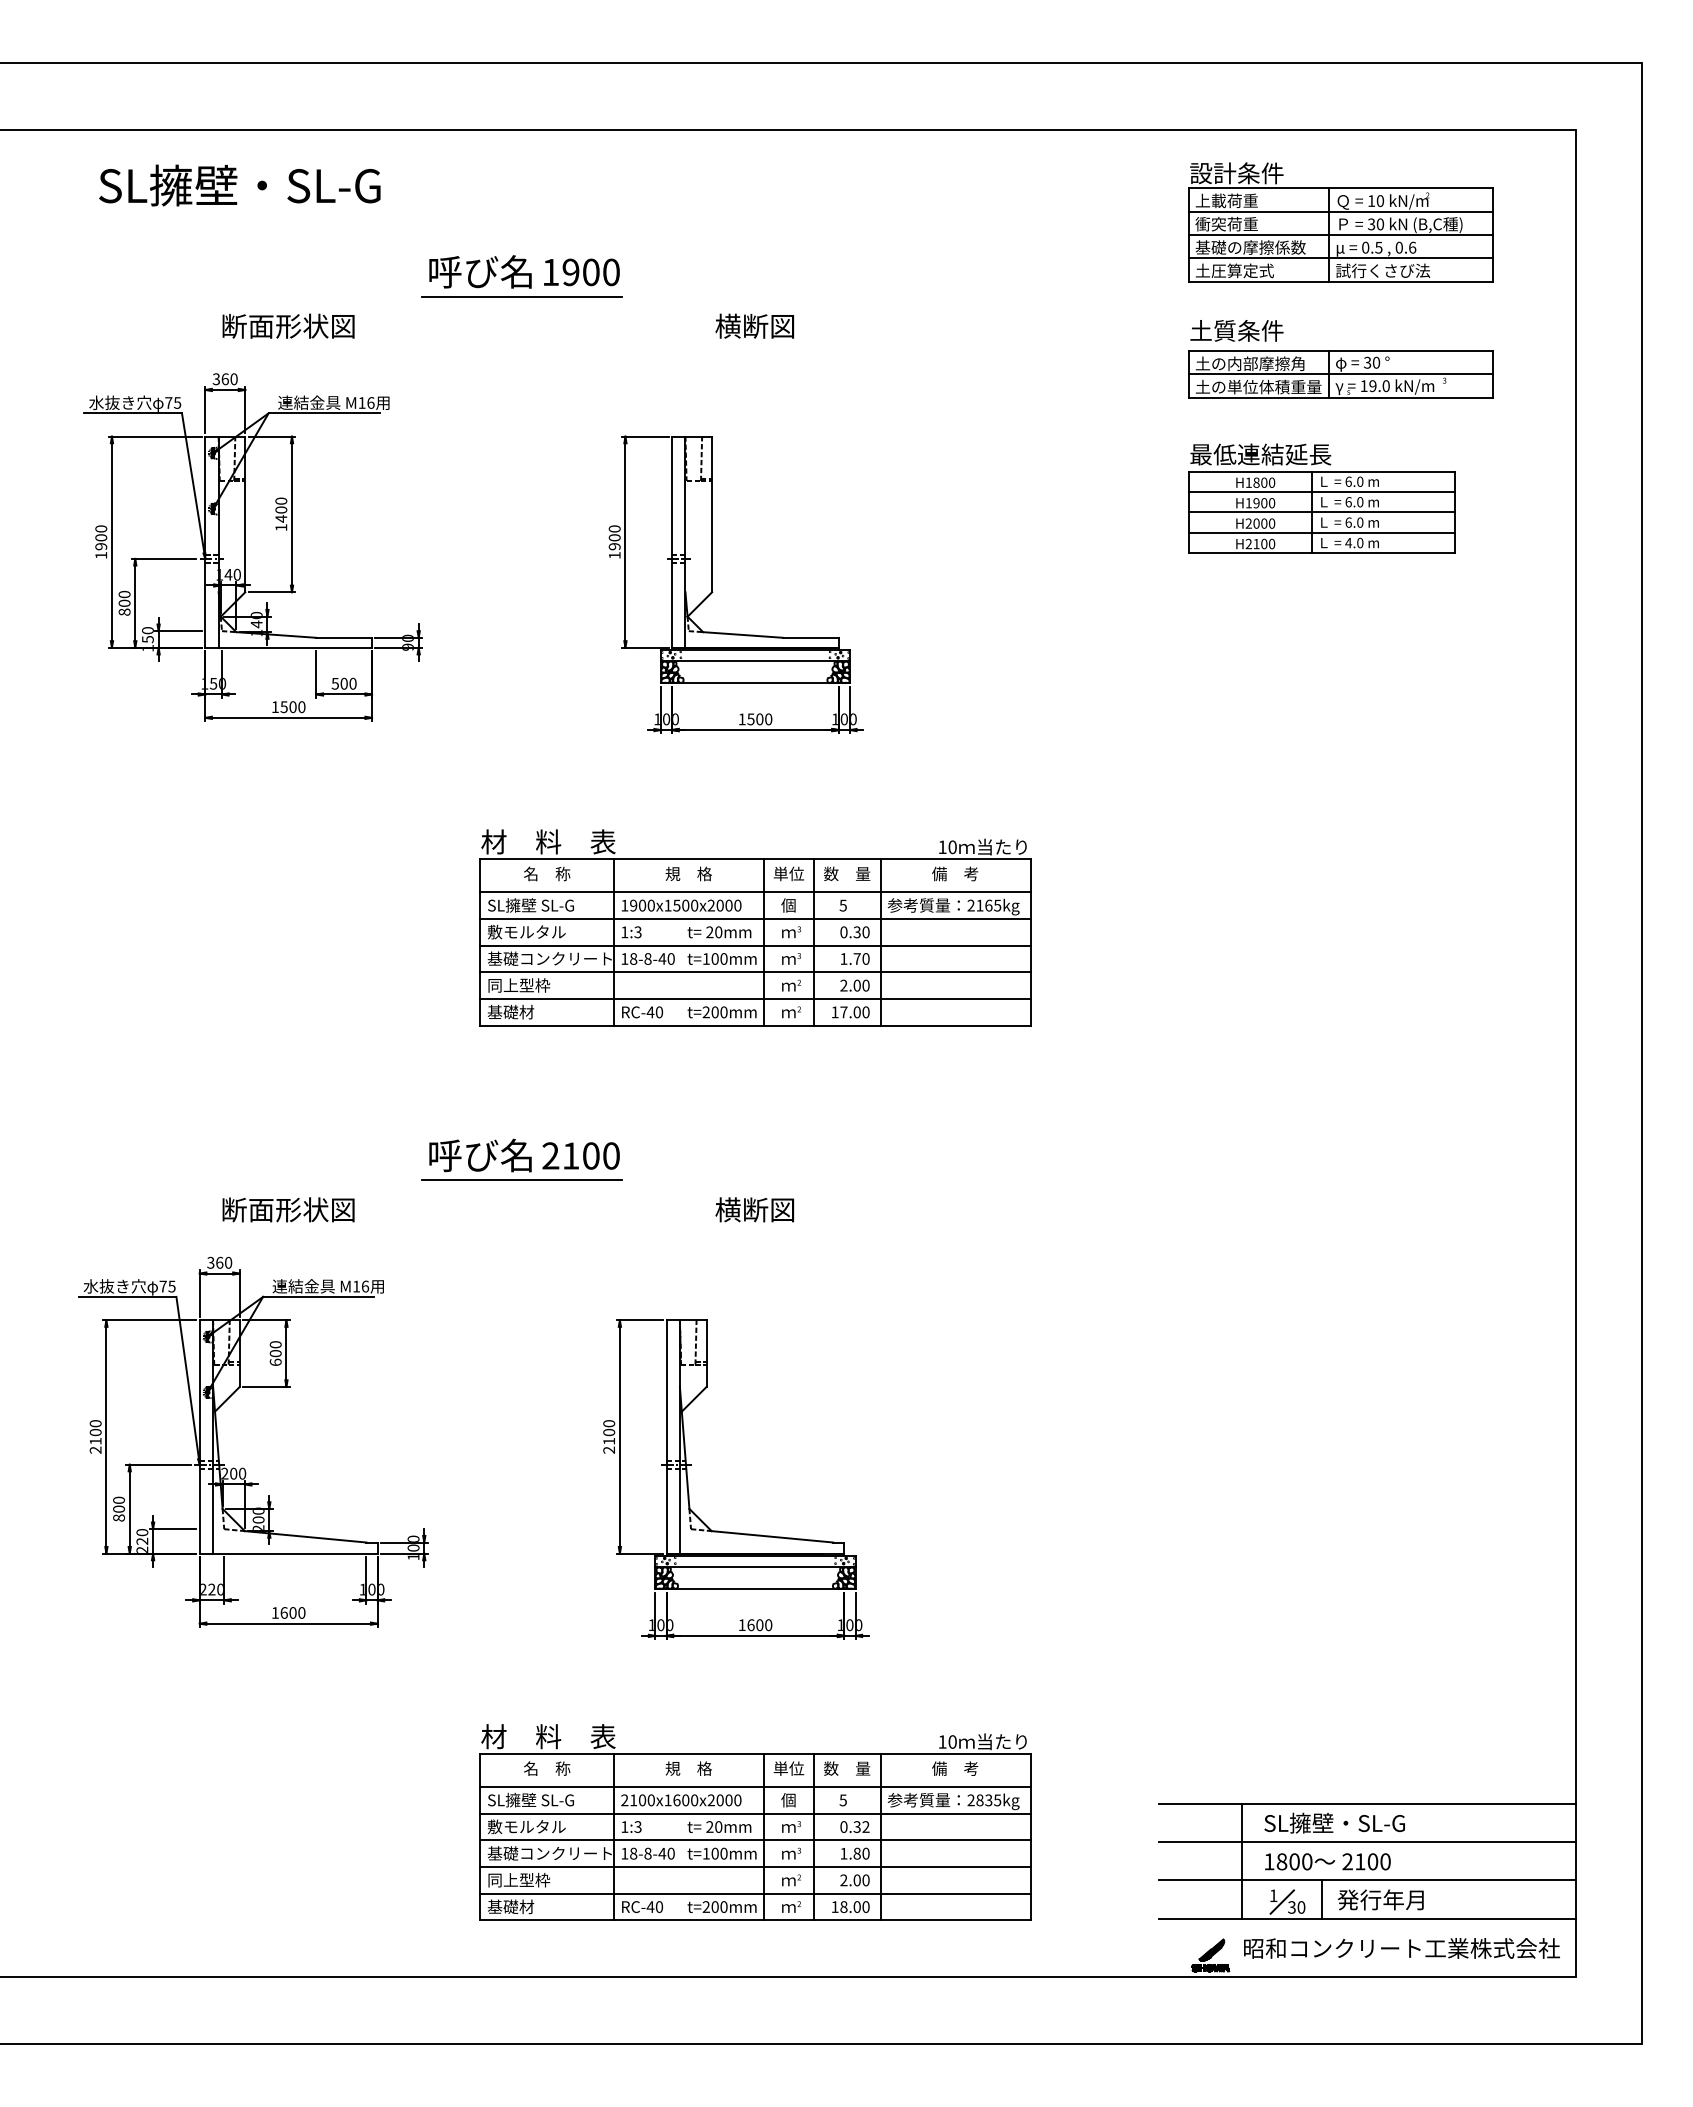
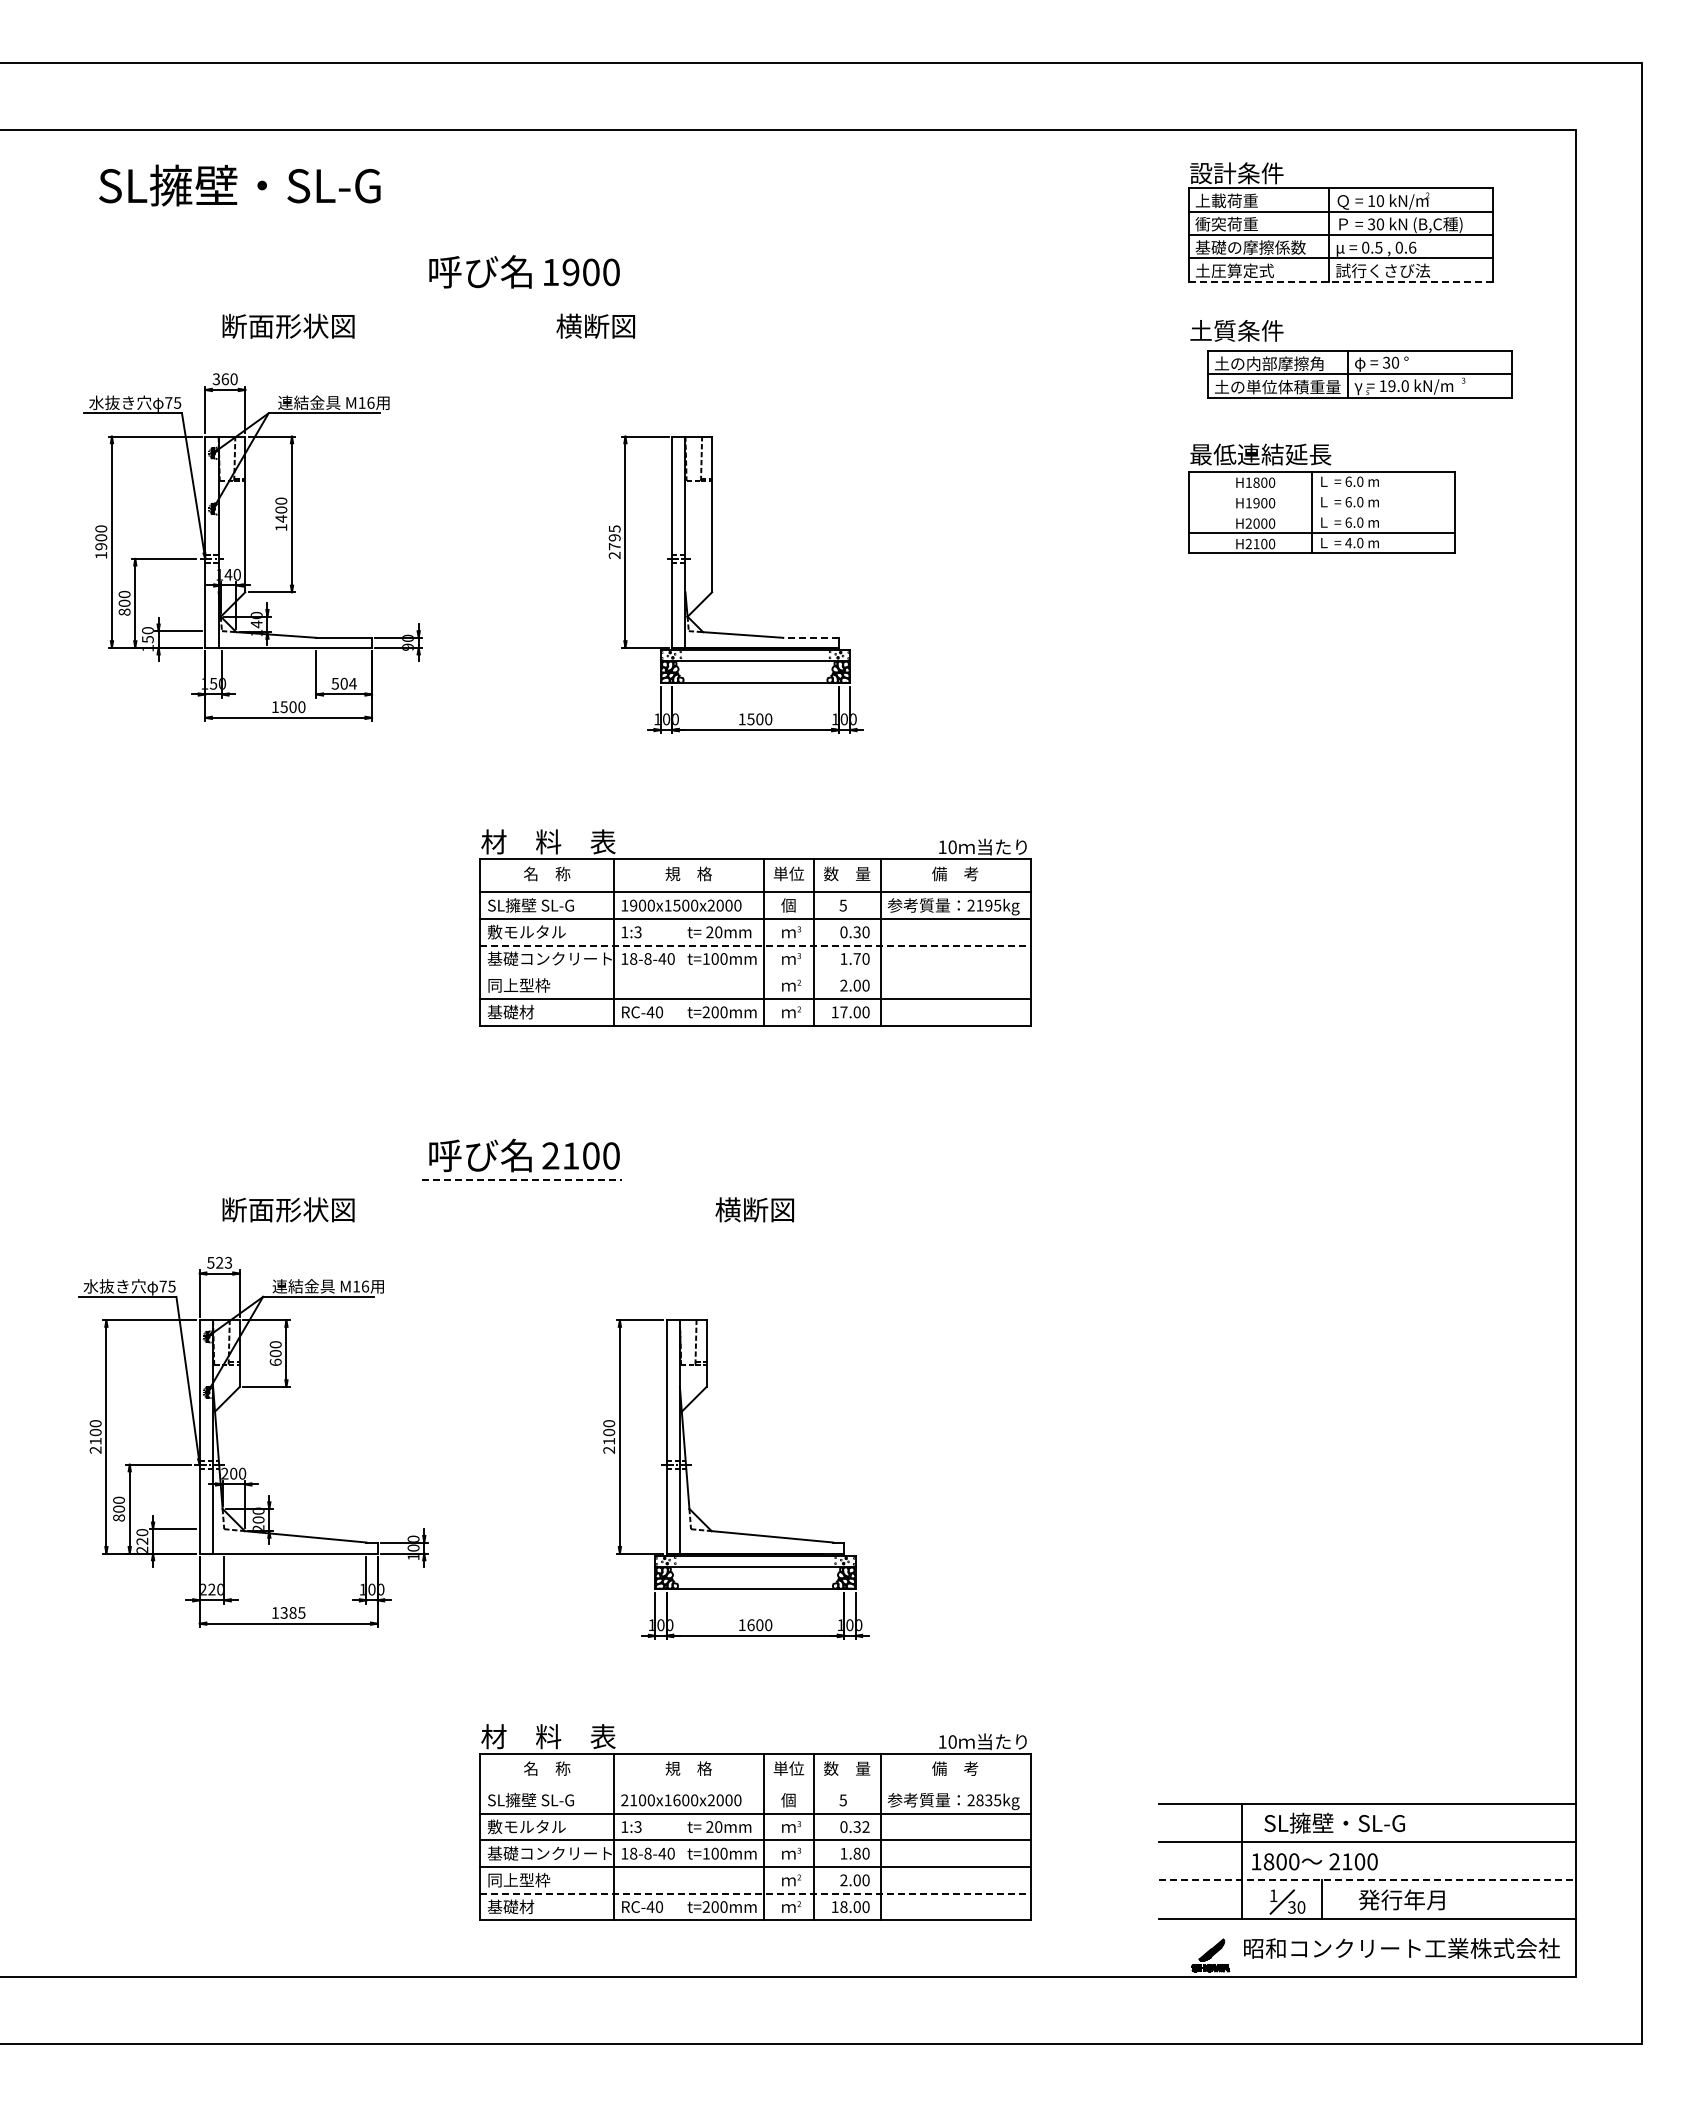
line at (1340, 281): solid -> dashed
line at (522, 296): present -> none
text at (754, 325) position: (754, 325) -> (595, 325)
part at (1340, 374) position: (1340, 374) -> (1359, 374)
line at (1321, 492): present -> none
line at (1321, 512): present -> none
text at (614, 542): 1900 -> 2795
line at (811, 637): solid -> dashed
text at (352, 683): 500 -> 504
text at (988, 905): 2165kg -> 2195kg
line at (755, 945): solid -> dashed
line at (755, 972): present -> none
line at (522, 1180): solid -> dashed
text at (219, 1262): 360 -> 523
text at (292, 1612): 1600 -> 1385
line at (755, 1787): present -> none
text at (1327, 1861) position: (1327, 1861) -> (1314, 1861)
line at (1367, 1880): solid -> dashed
line at (755, 1893): solid -> dashed
text at (1380, 1899) position: (1380, 1899) -> (1401, 1899)
